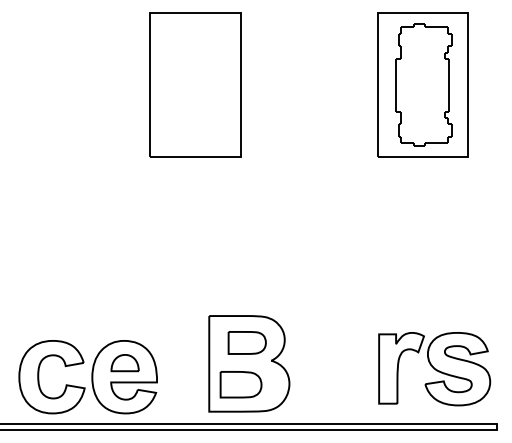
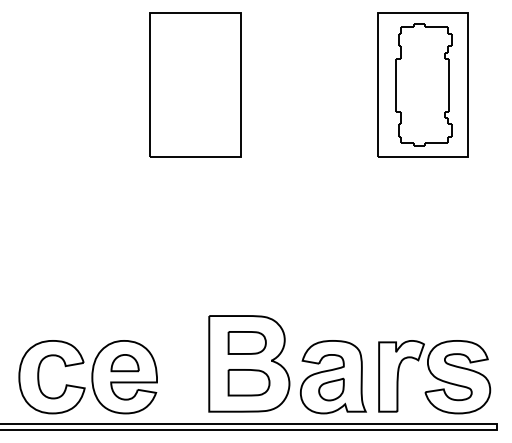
part at (434, 369) position: (434, 369) -> (434, 377)
part at (332, 377): none -> present
part at (240, 384) position: (240, 384) -> (248, 382)
